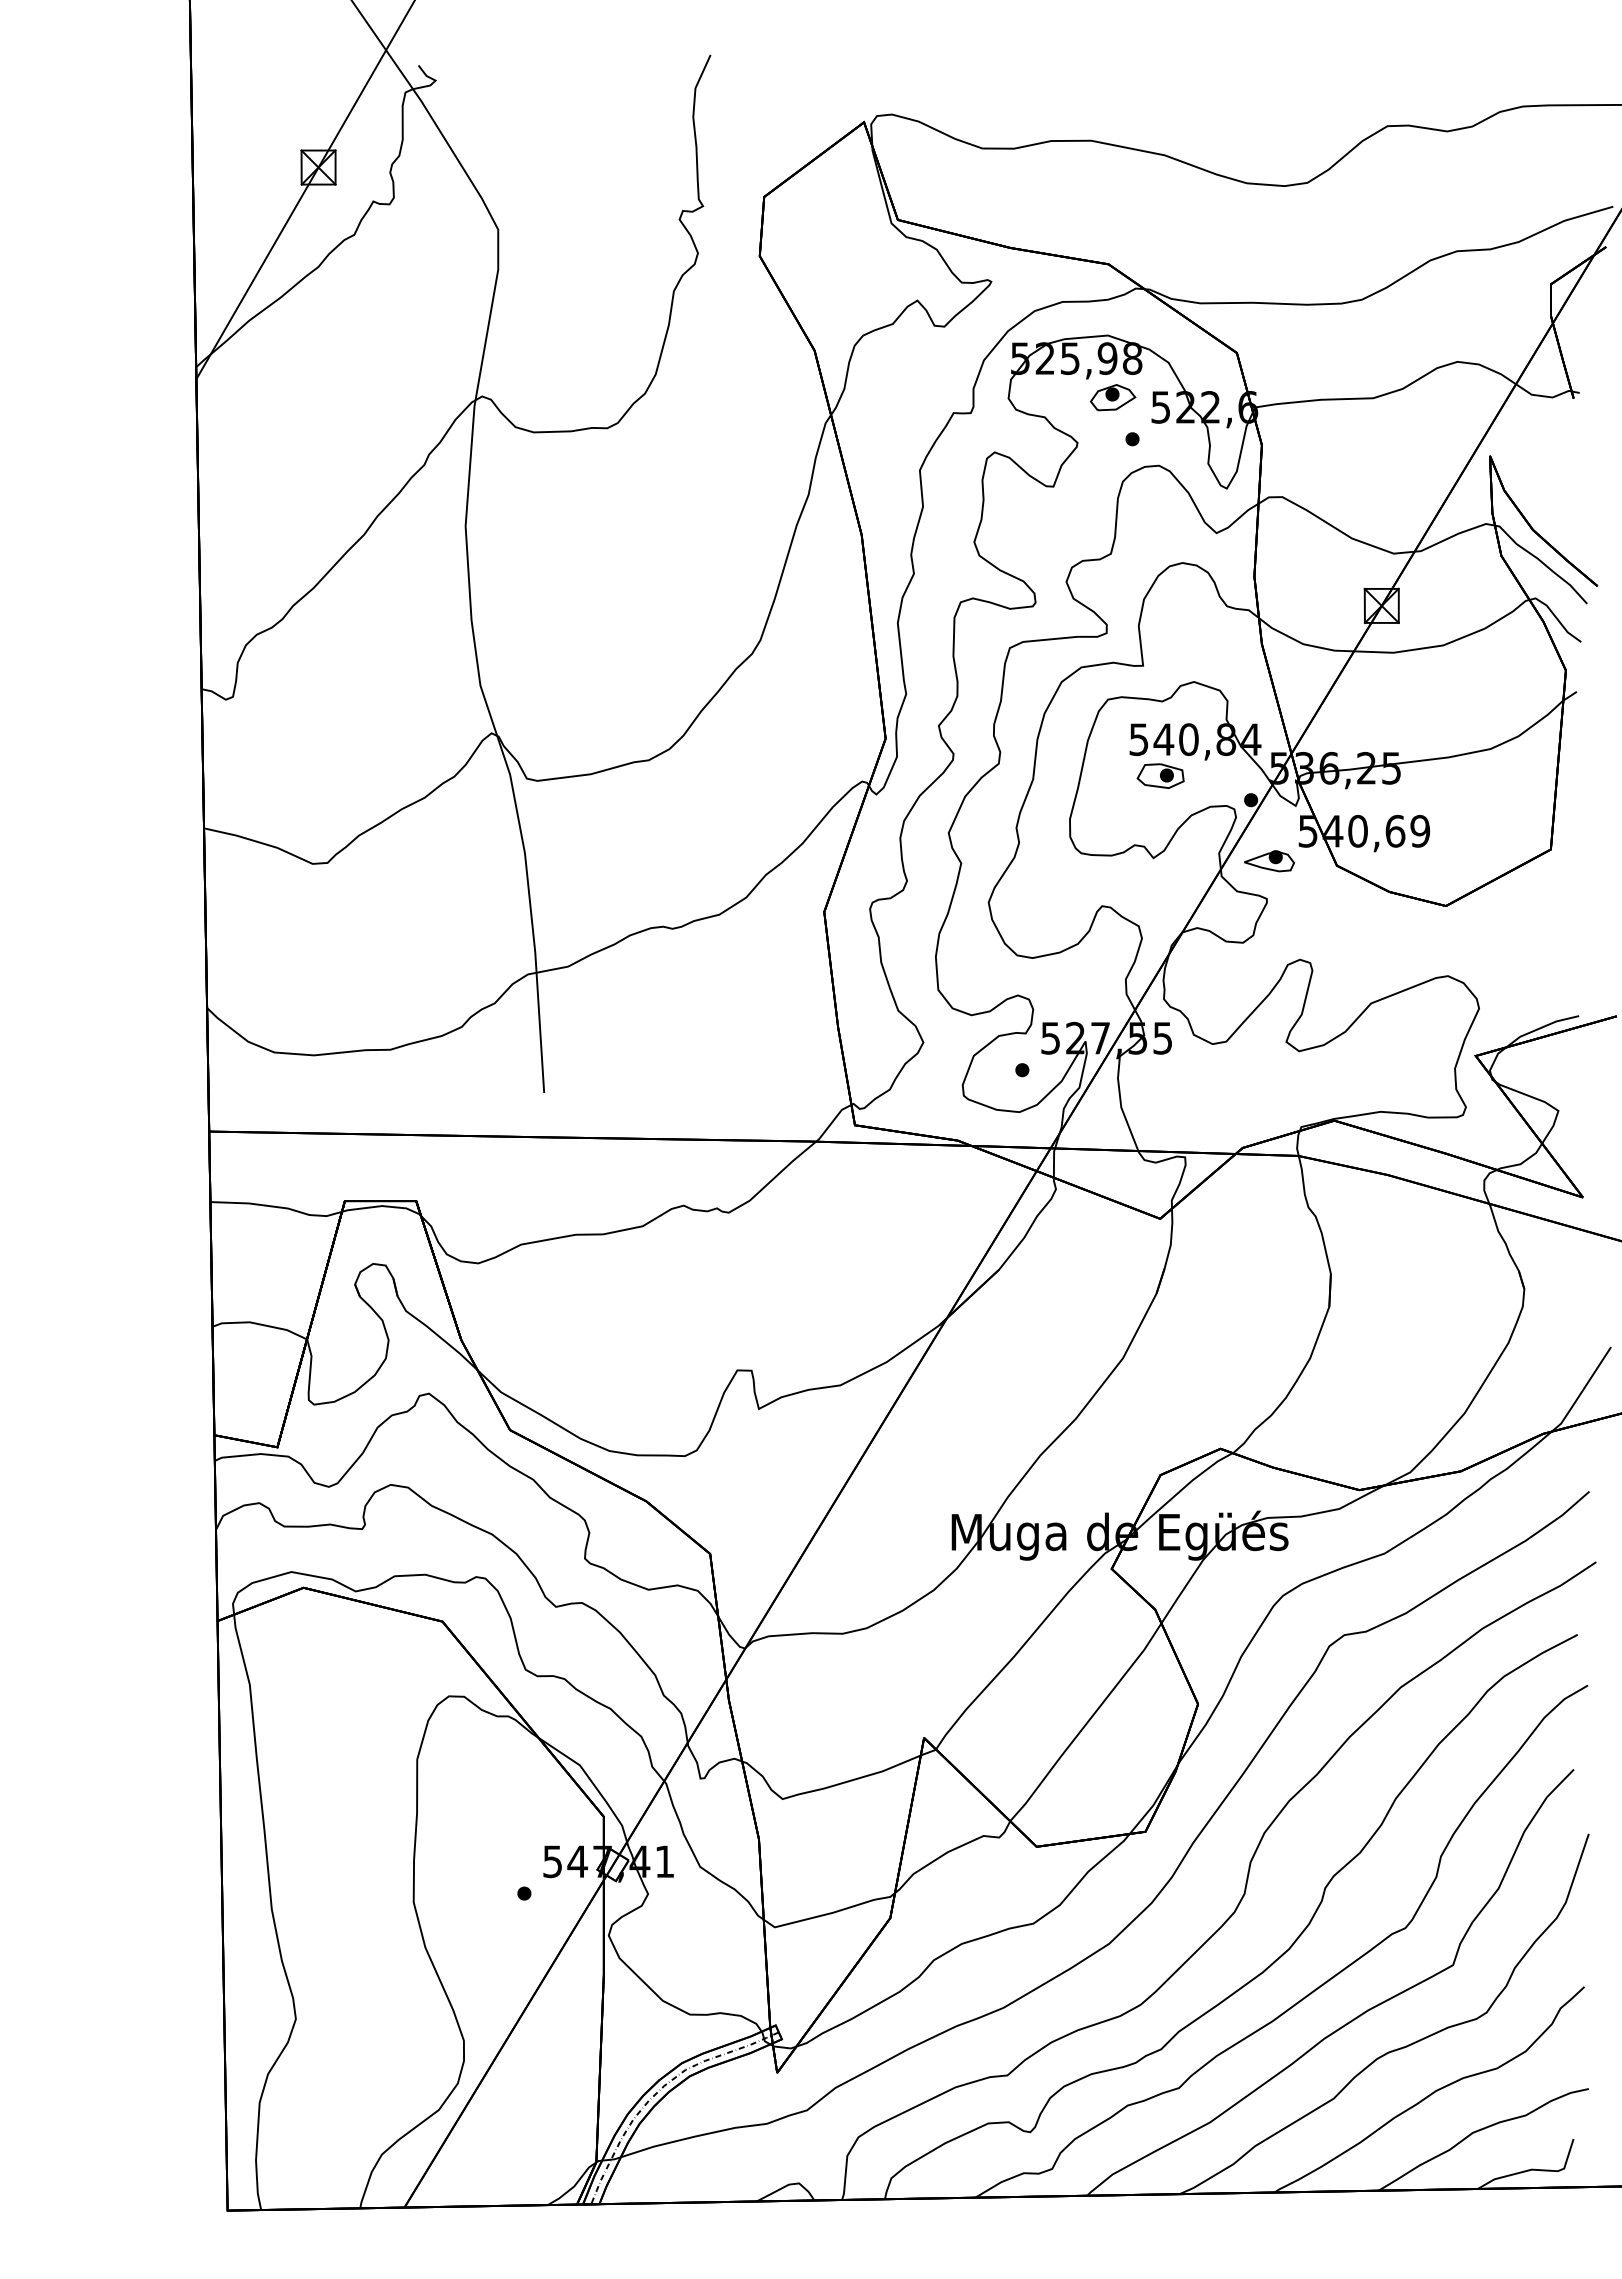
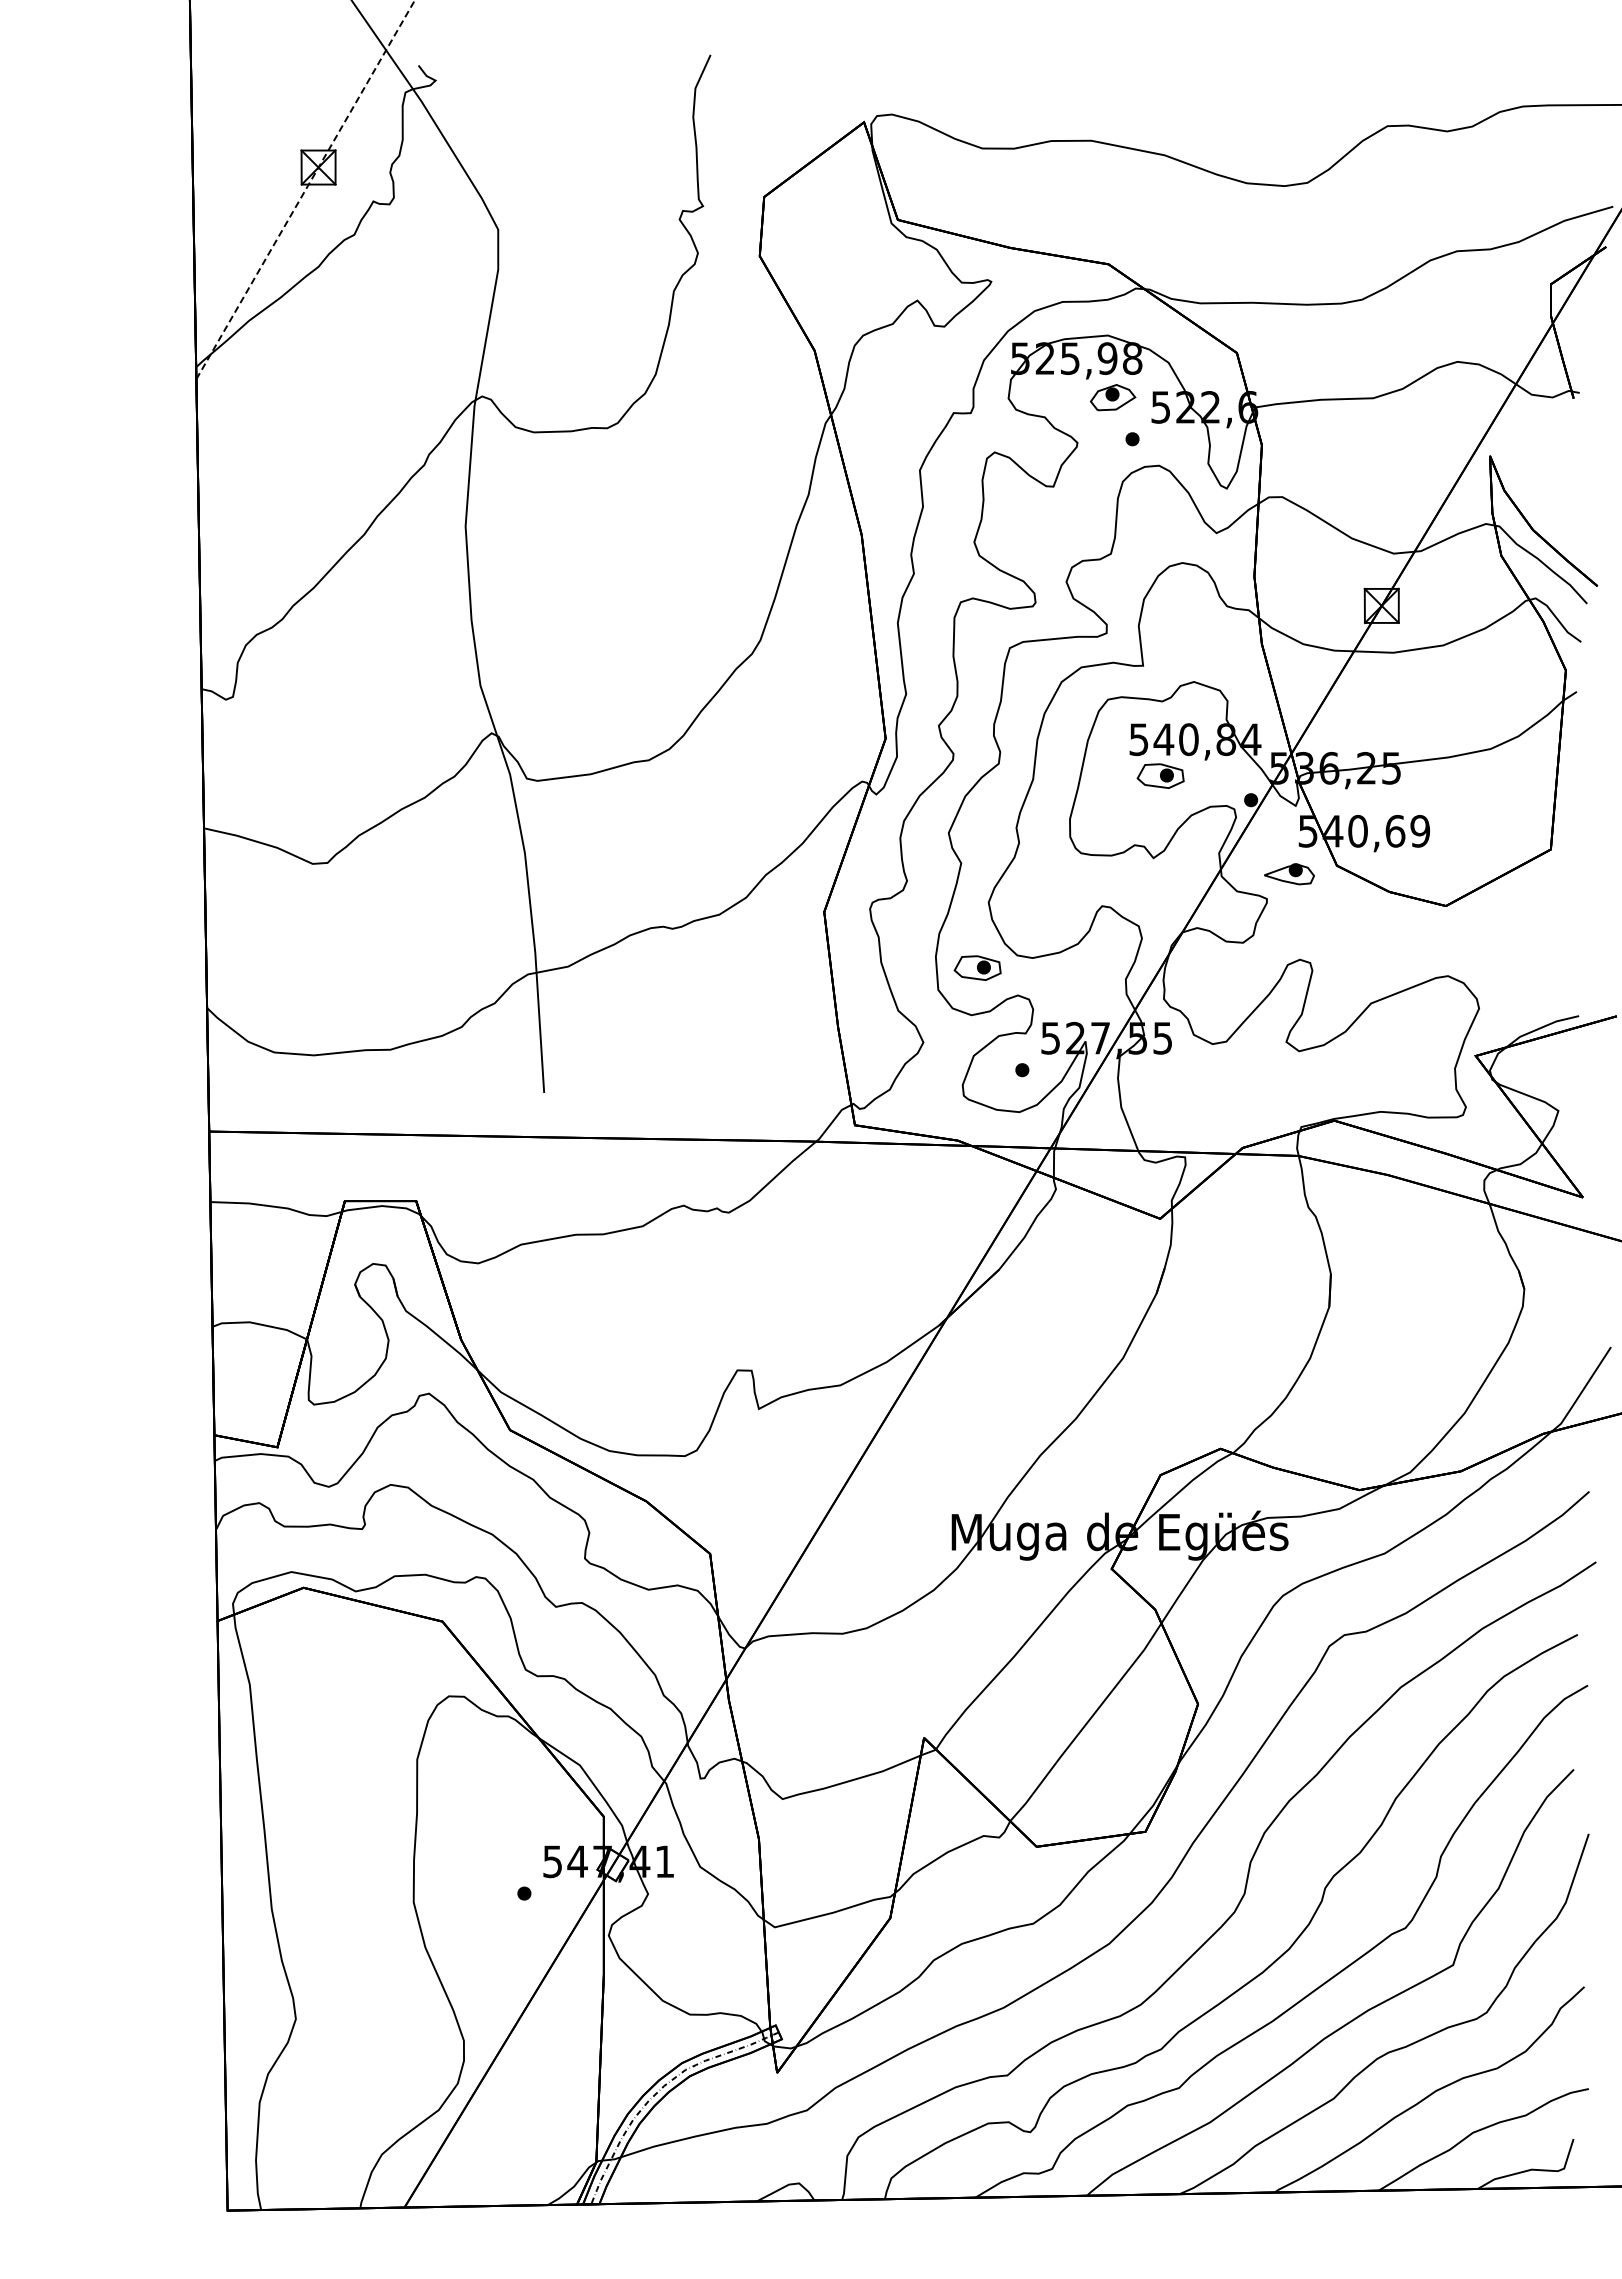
line at (306, 189): solid -> dashed
part at (1269, 861) position: (1269, 861) -> (1289, 874)
part at (977, 967): none -> present
